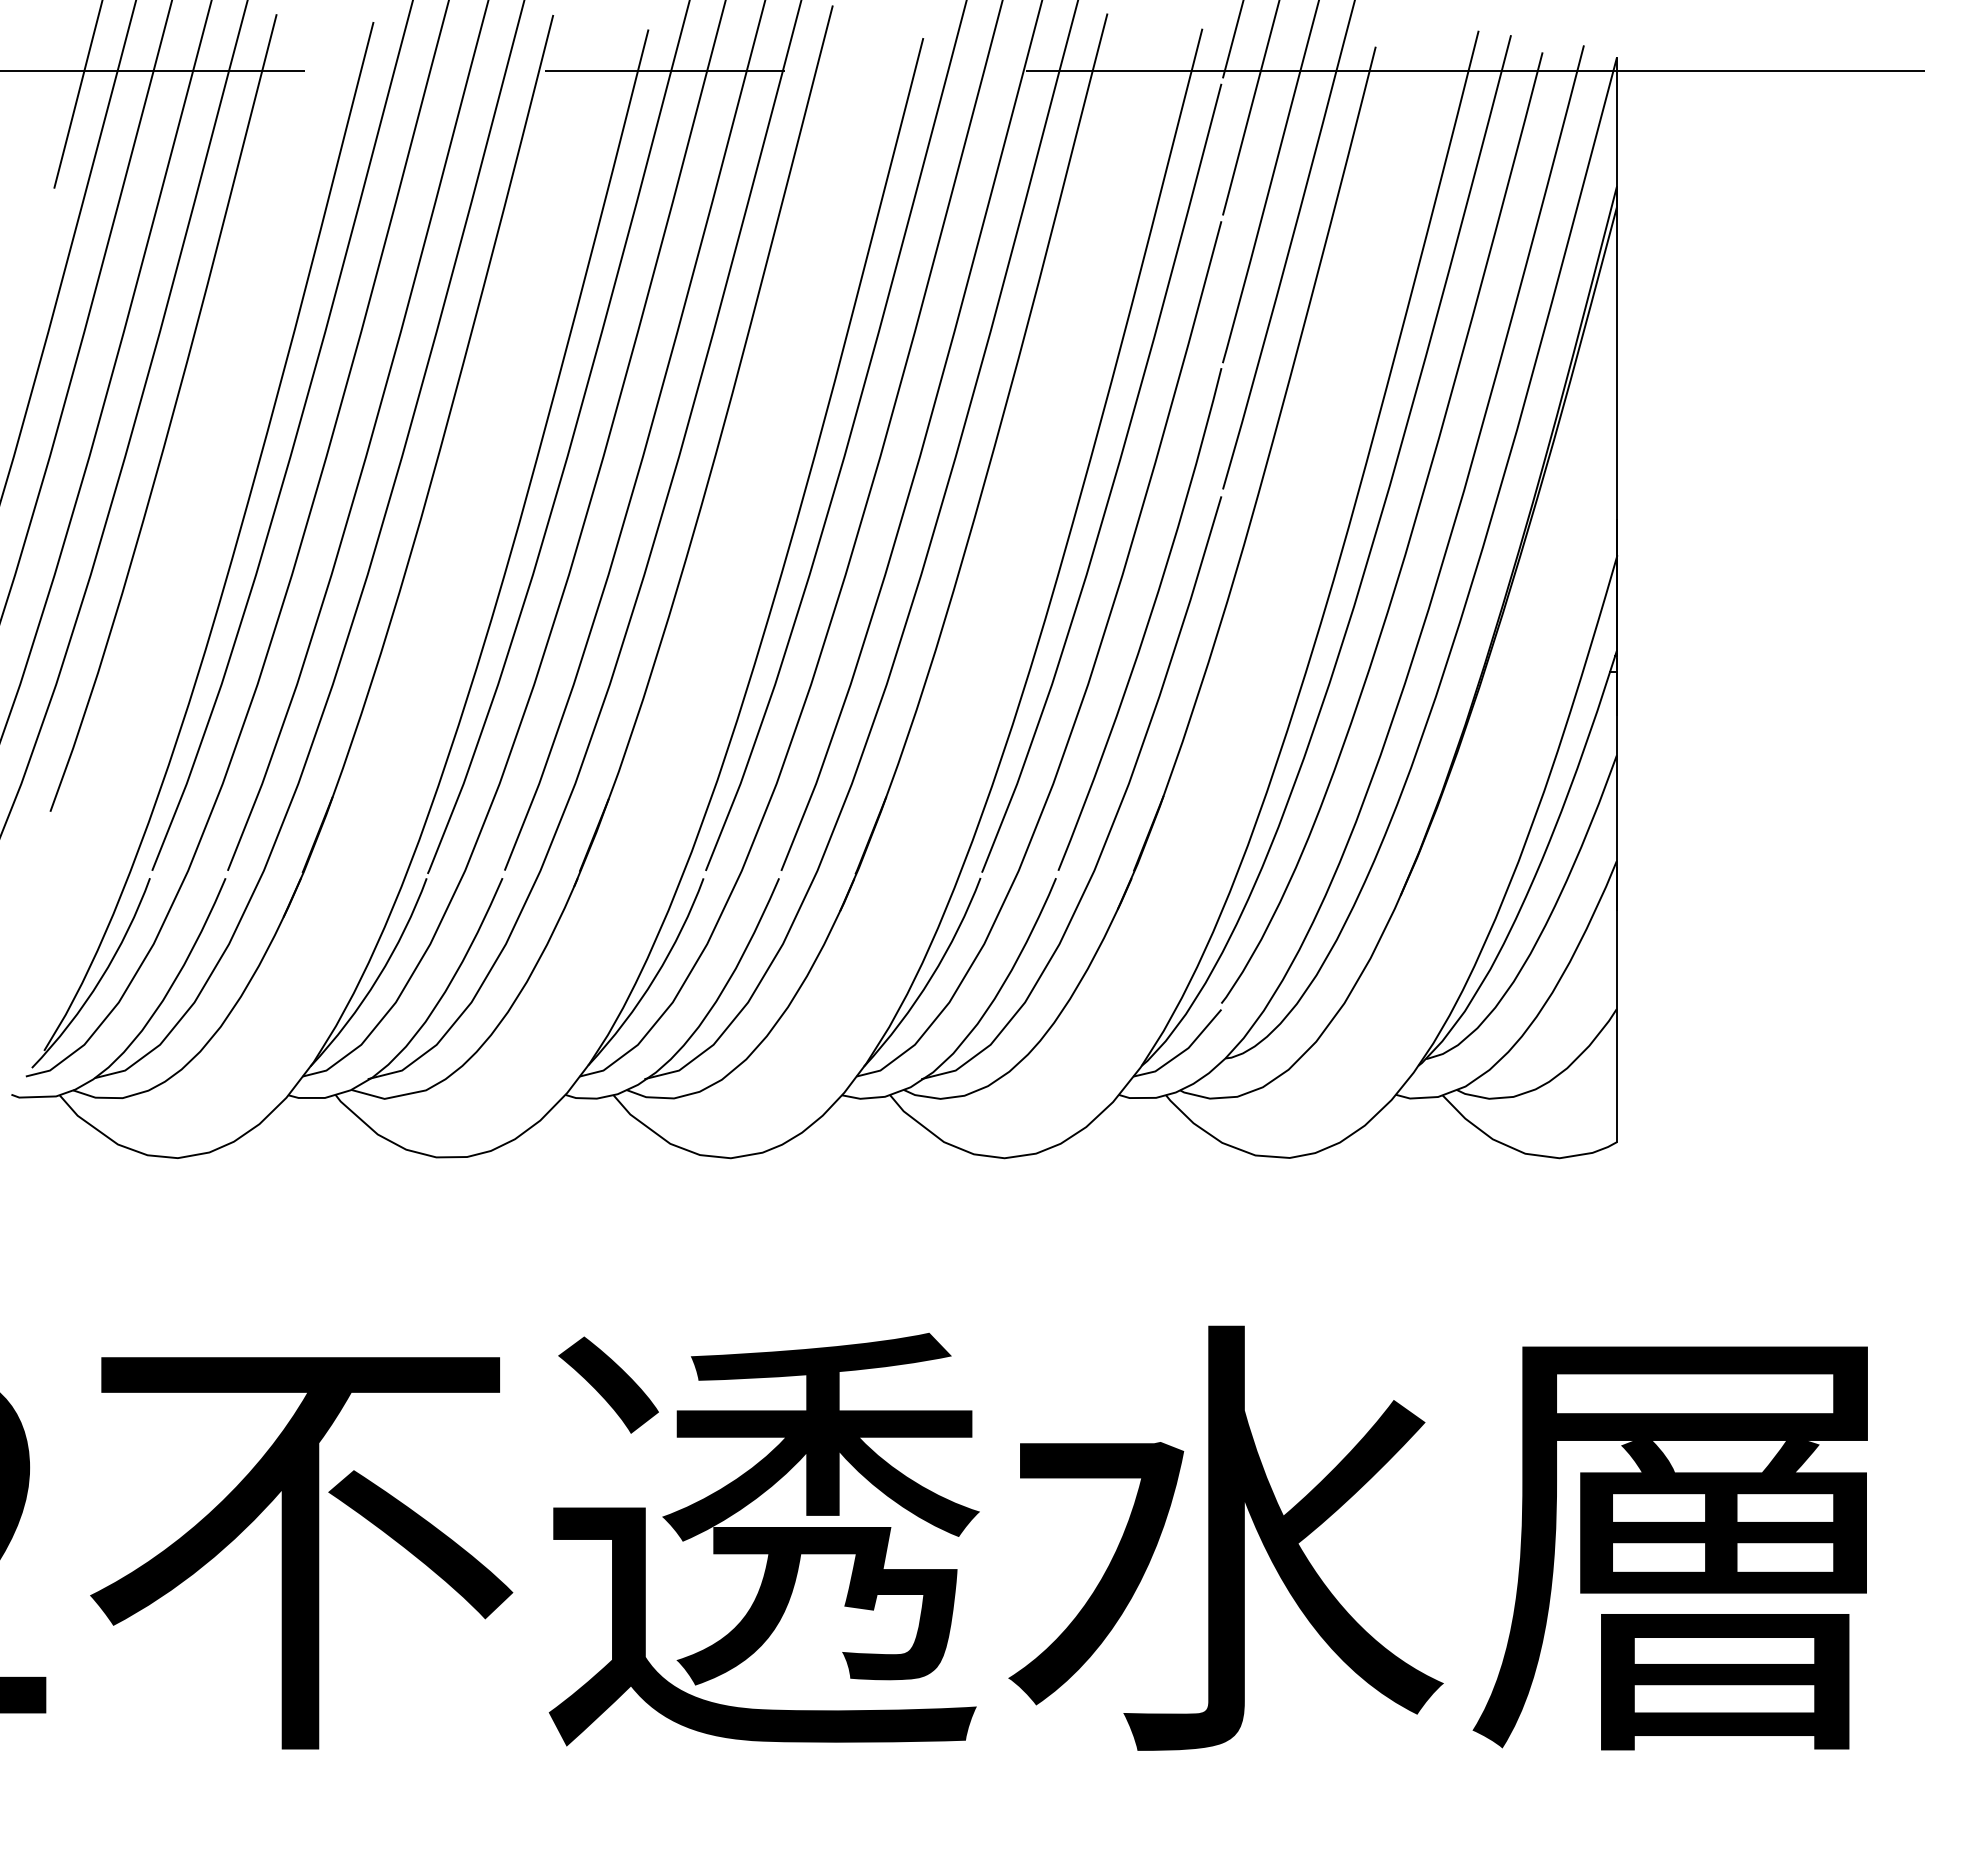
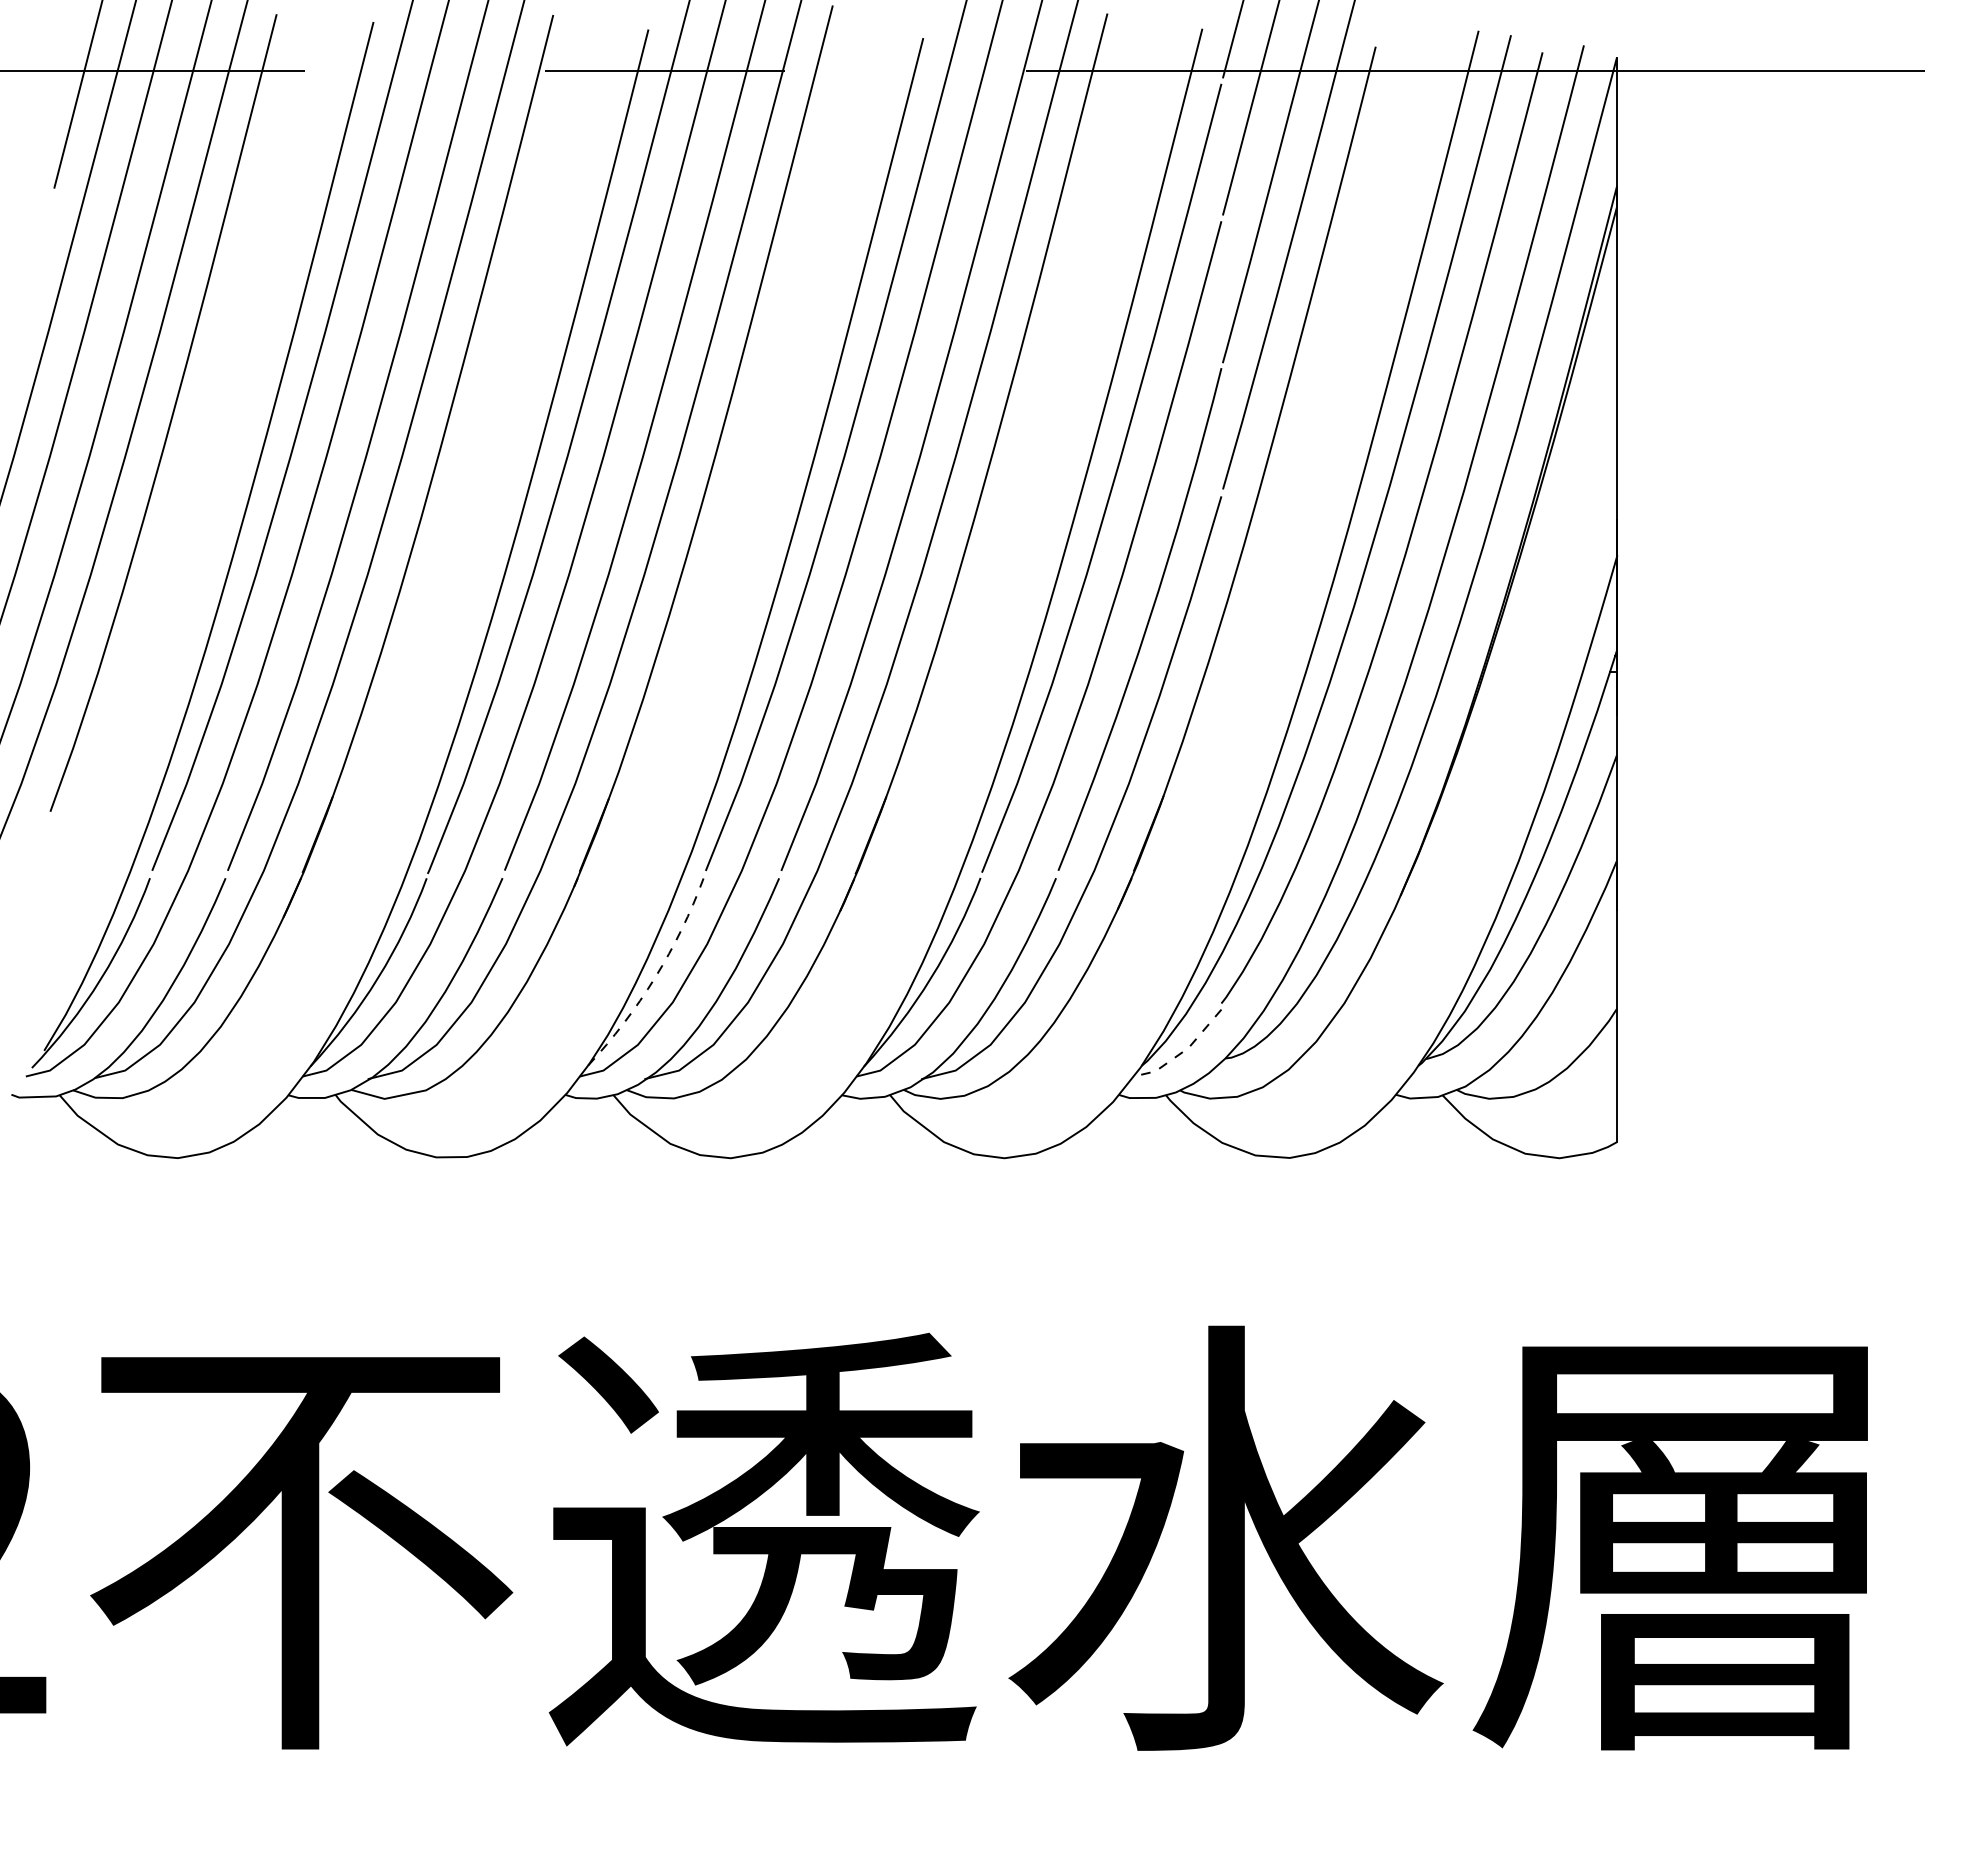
arc at (655, 977): solid -> dashed
line at (1182, 1052): solid -> dashed
